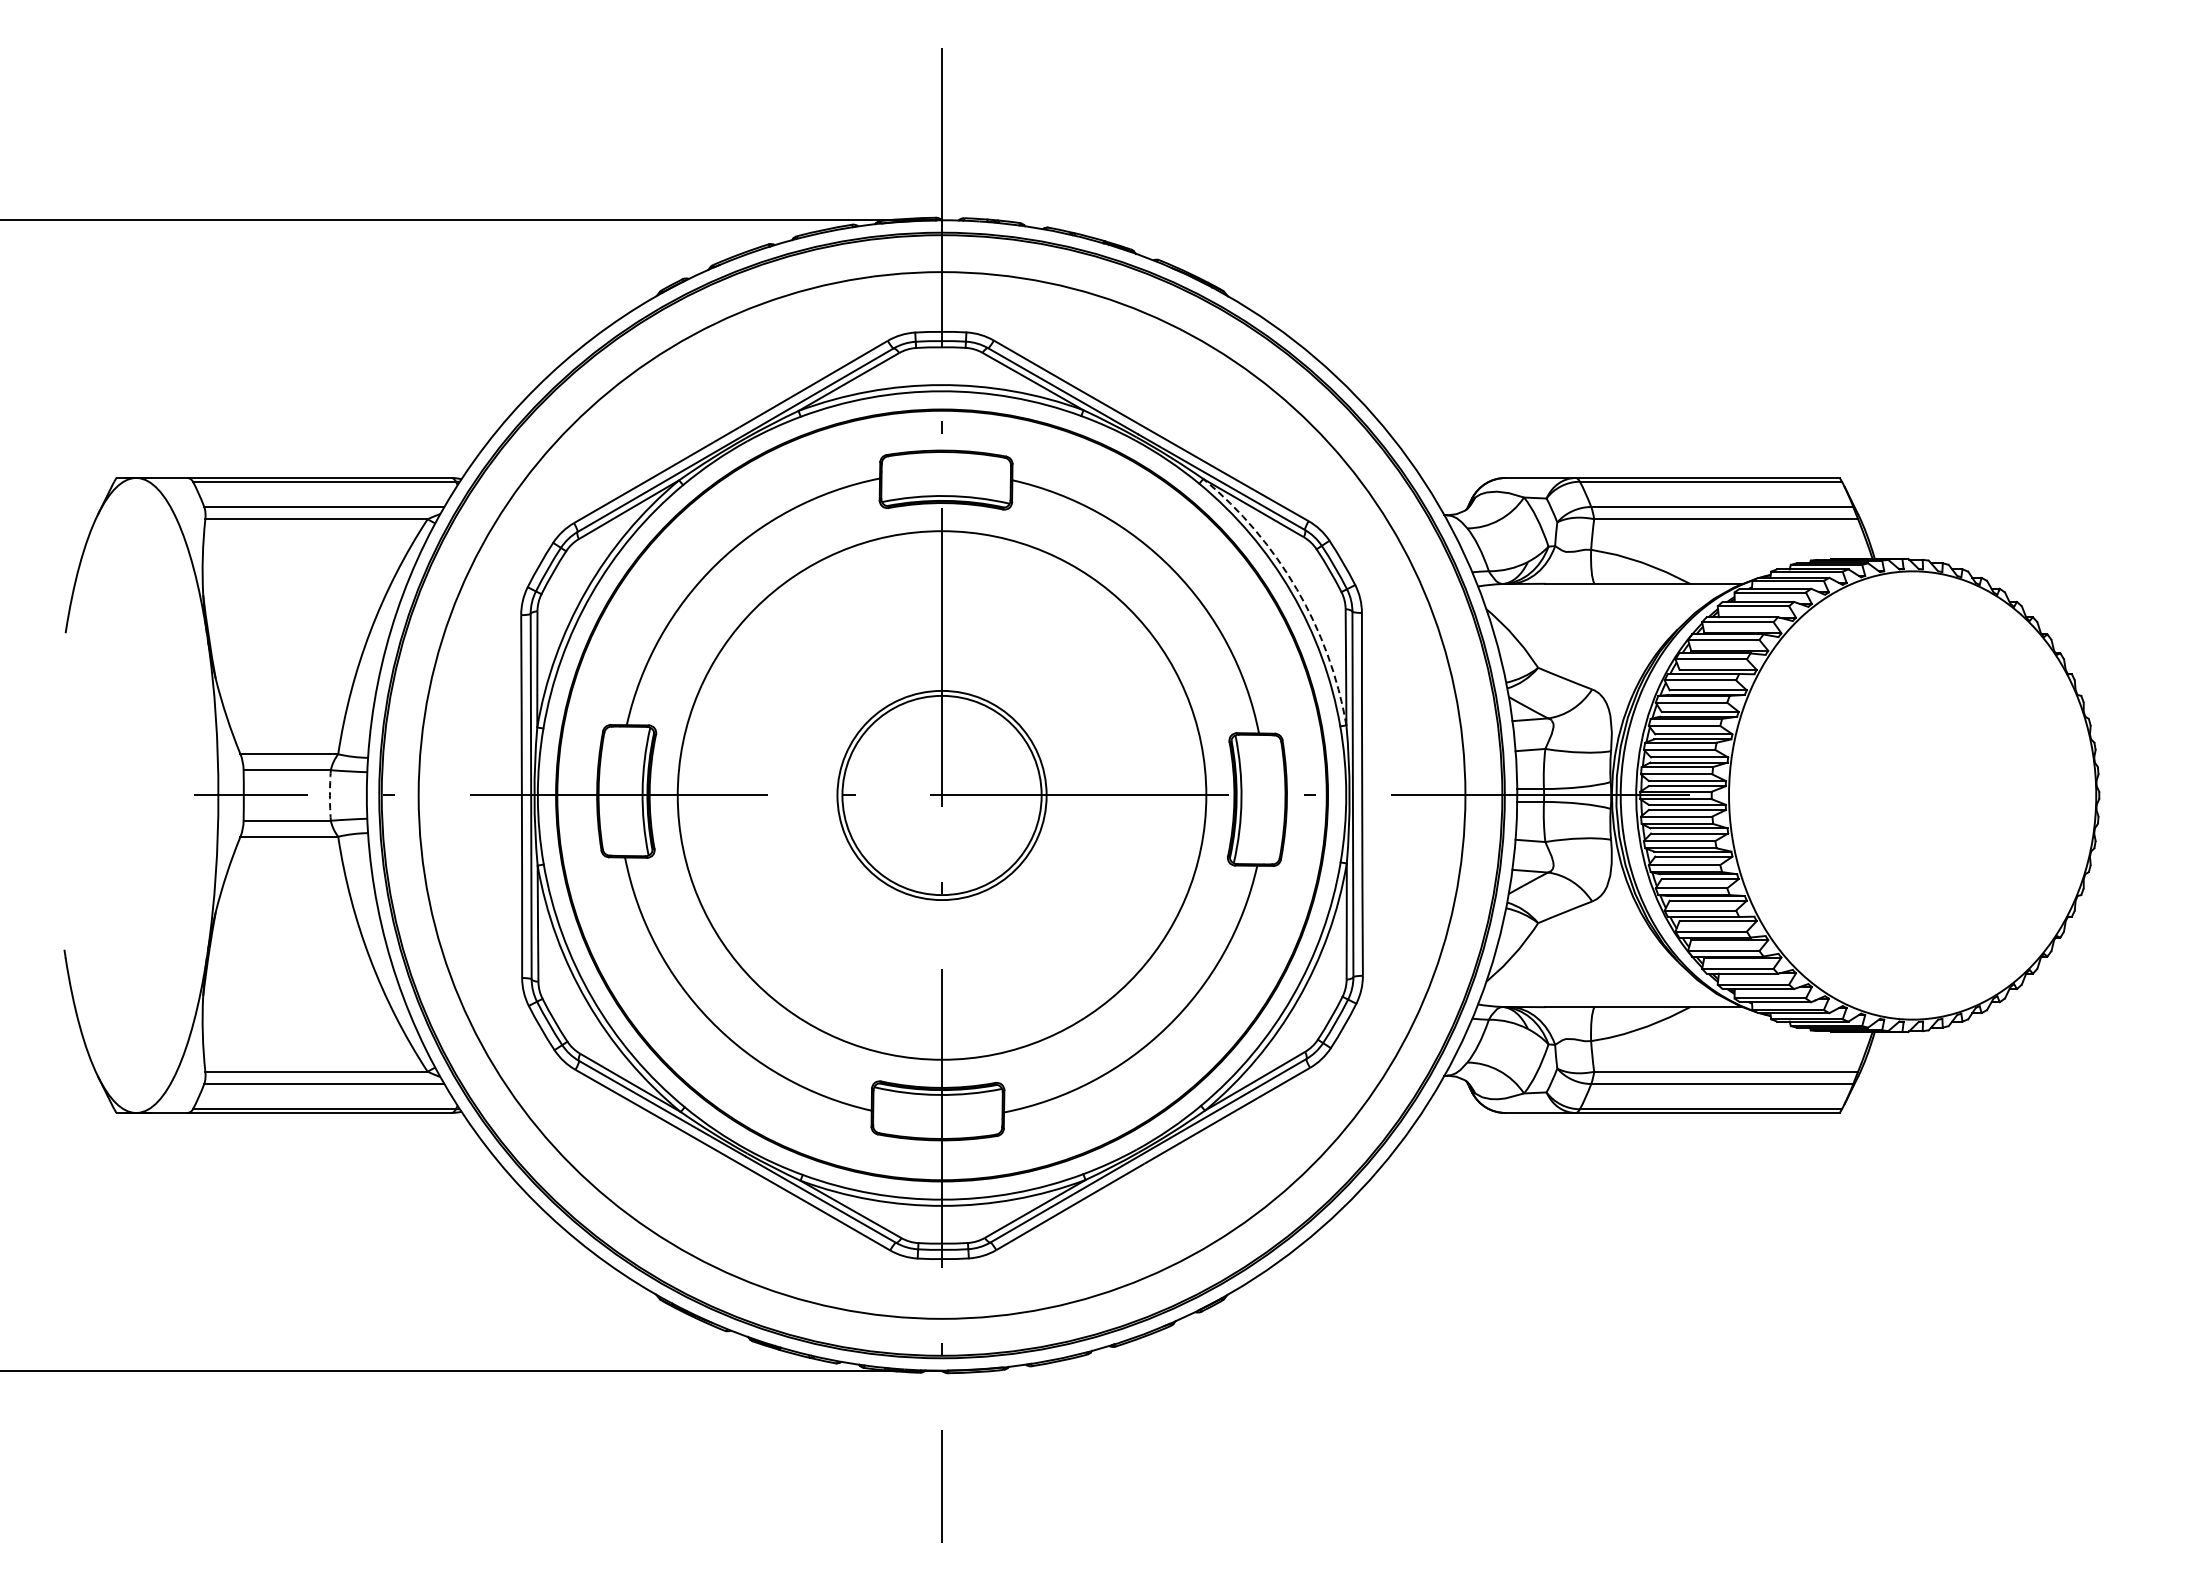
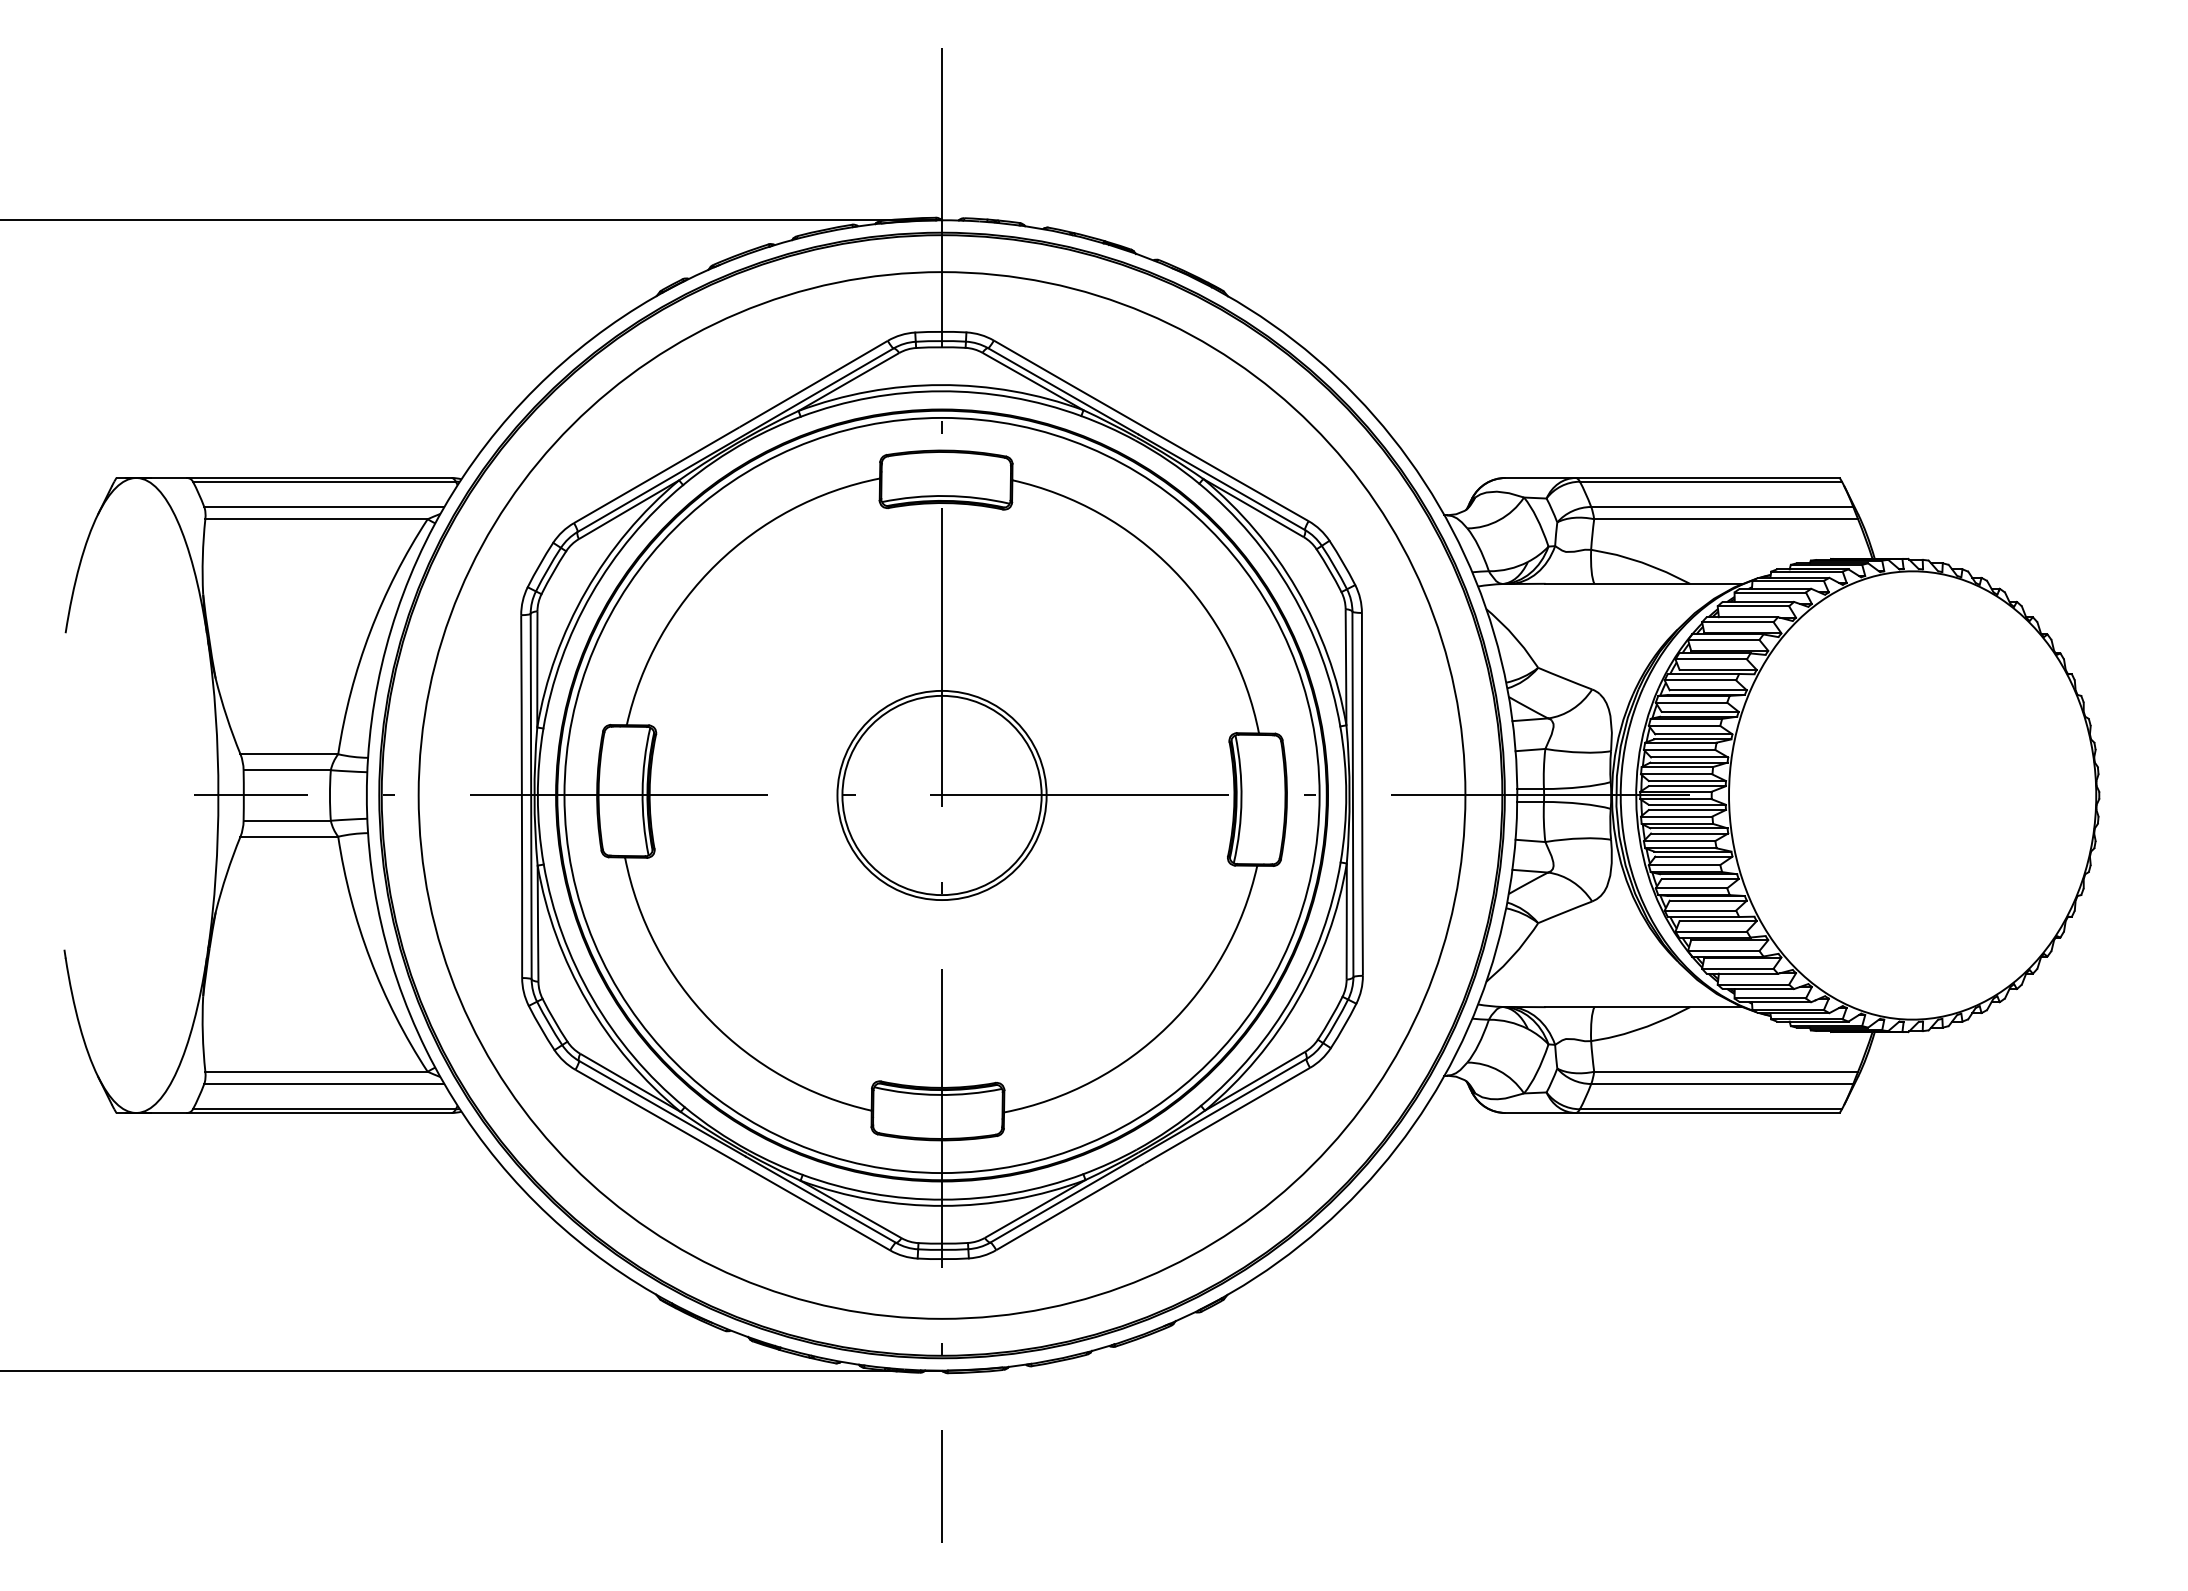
arc at (1296, 589): dashed -> solid
arc at (329, 795): dashed -> solid
circle at (941, 795) diameter: 529 px -> 755 px
